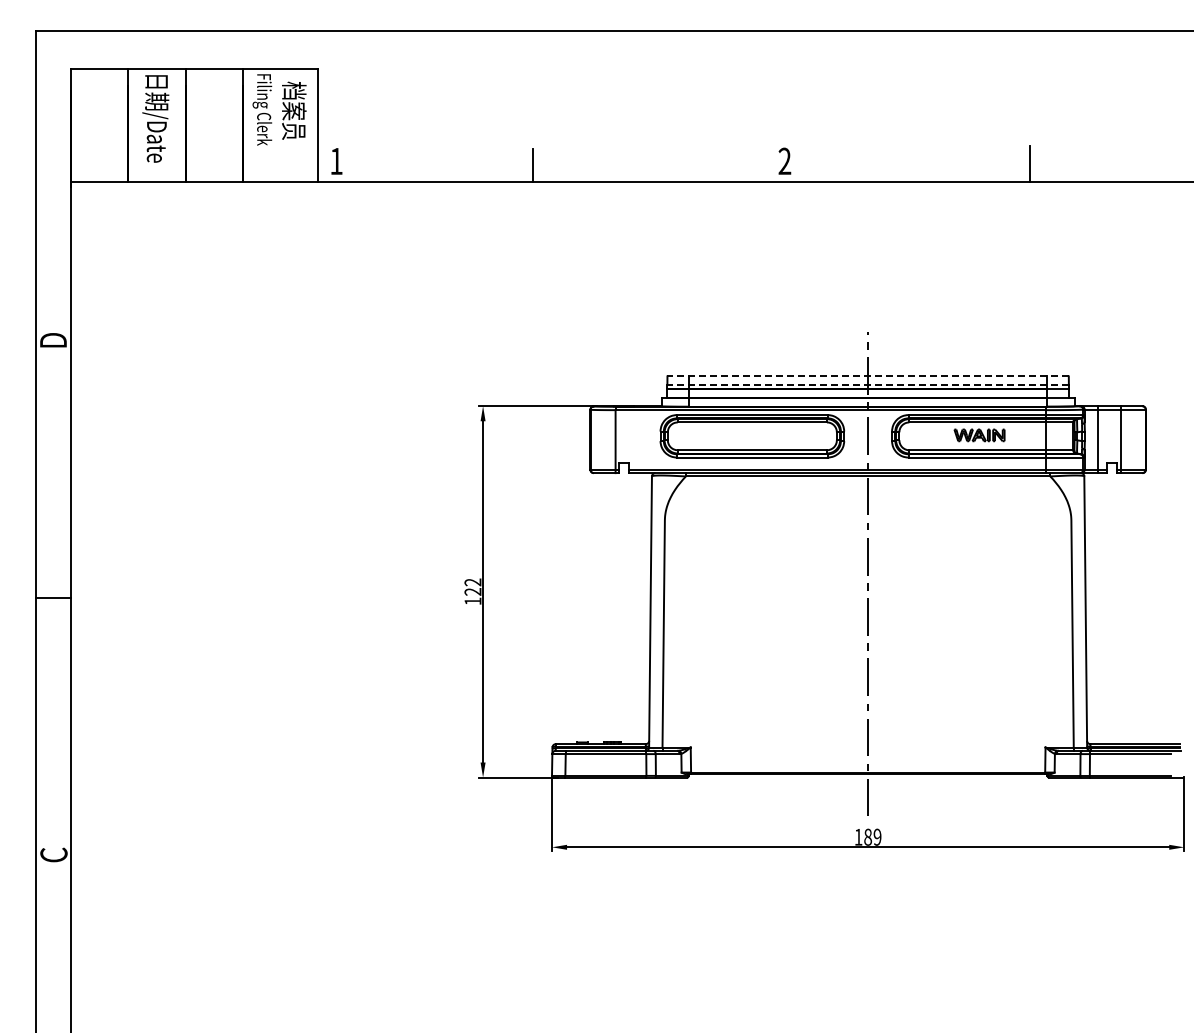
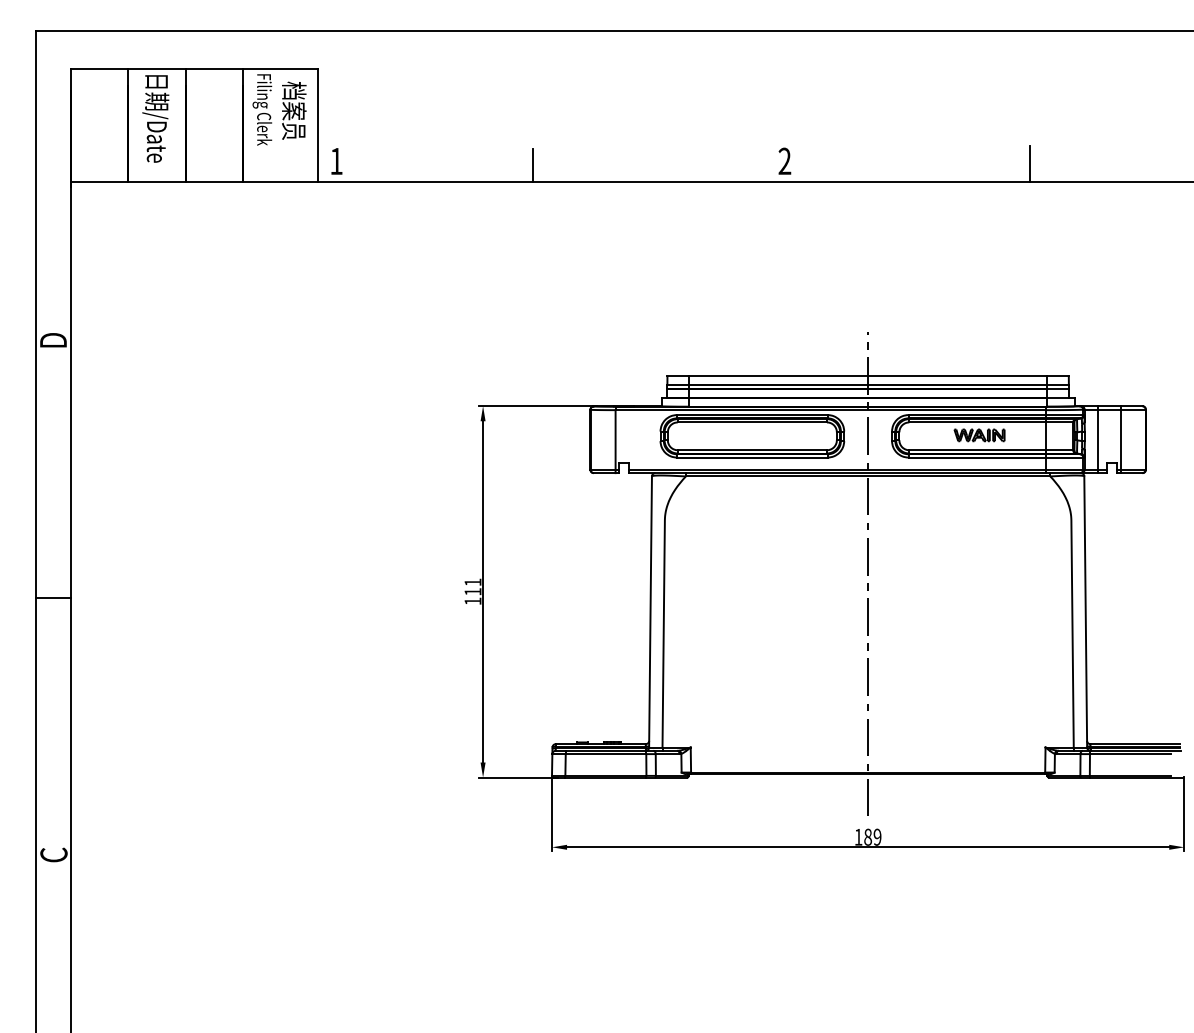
line at (868, 376): dashed -> solid
line at (868, 384): dashed -> solid
text at (472, 586): 122 -> 111
